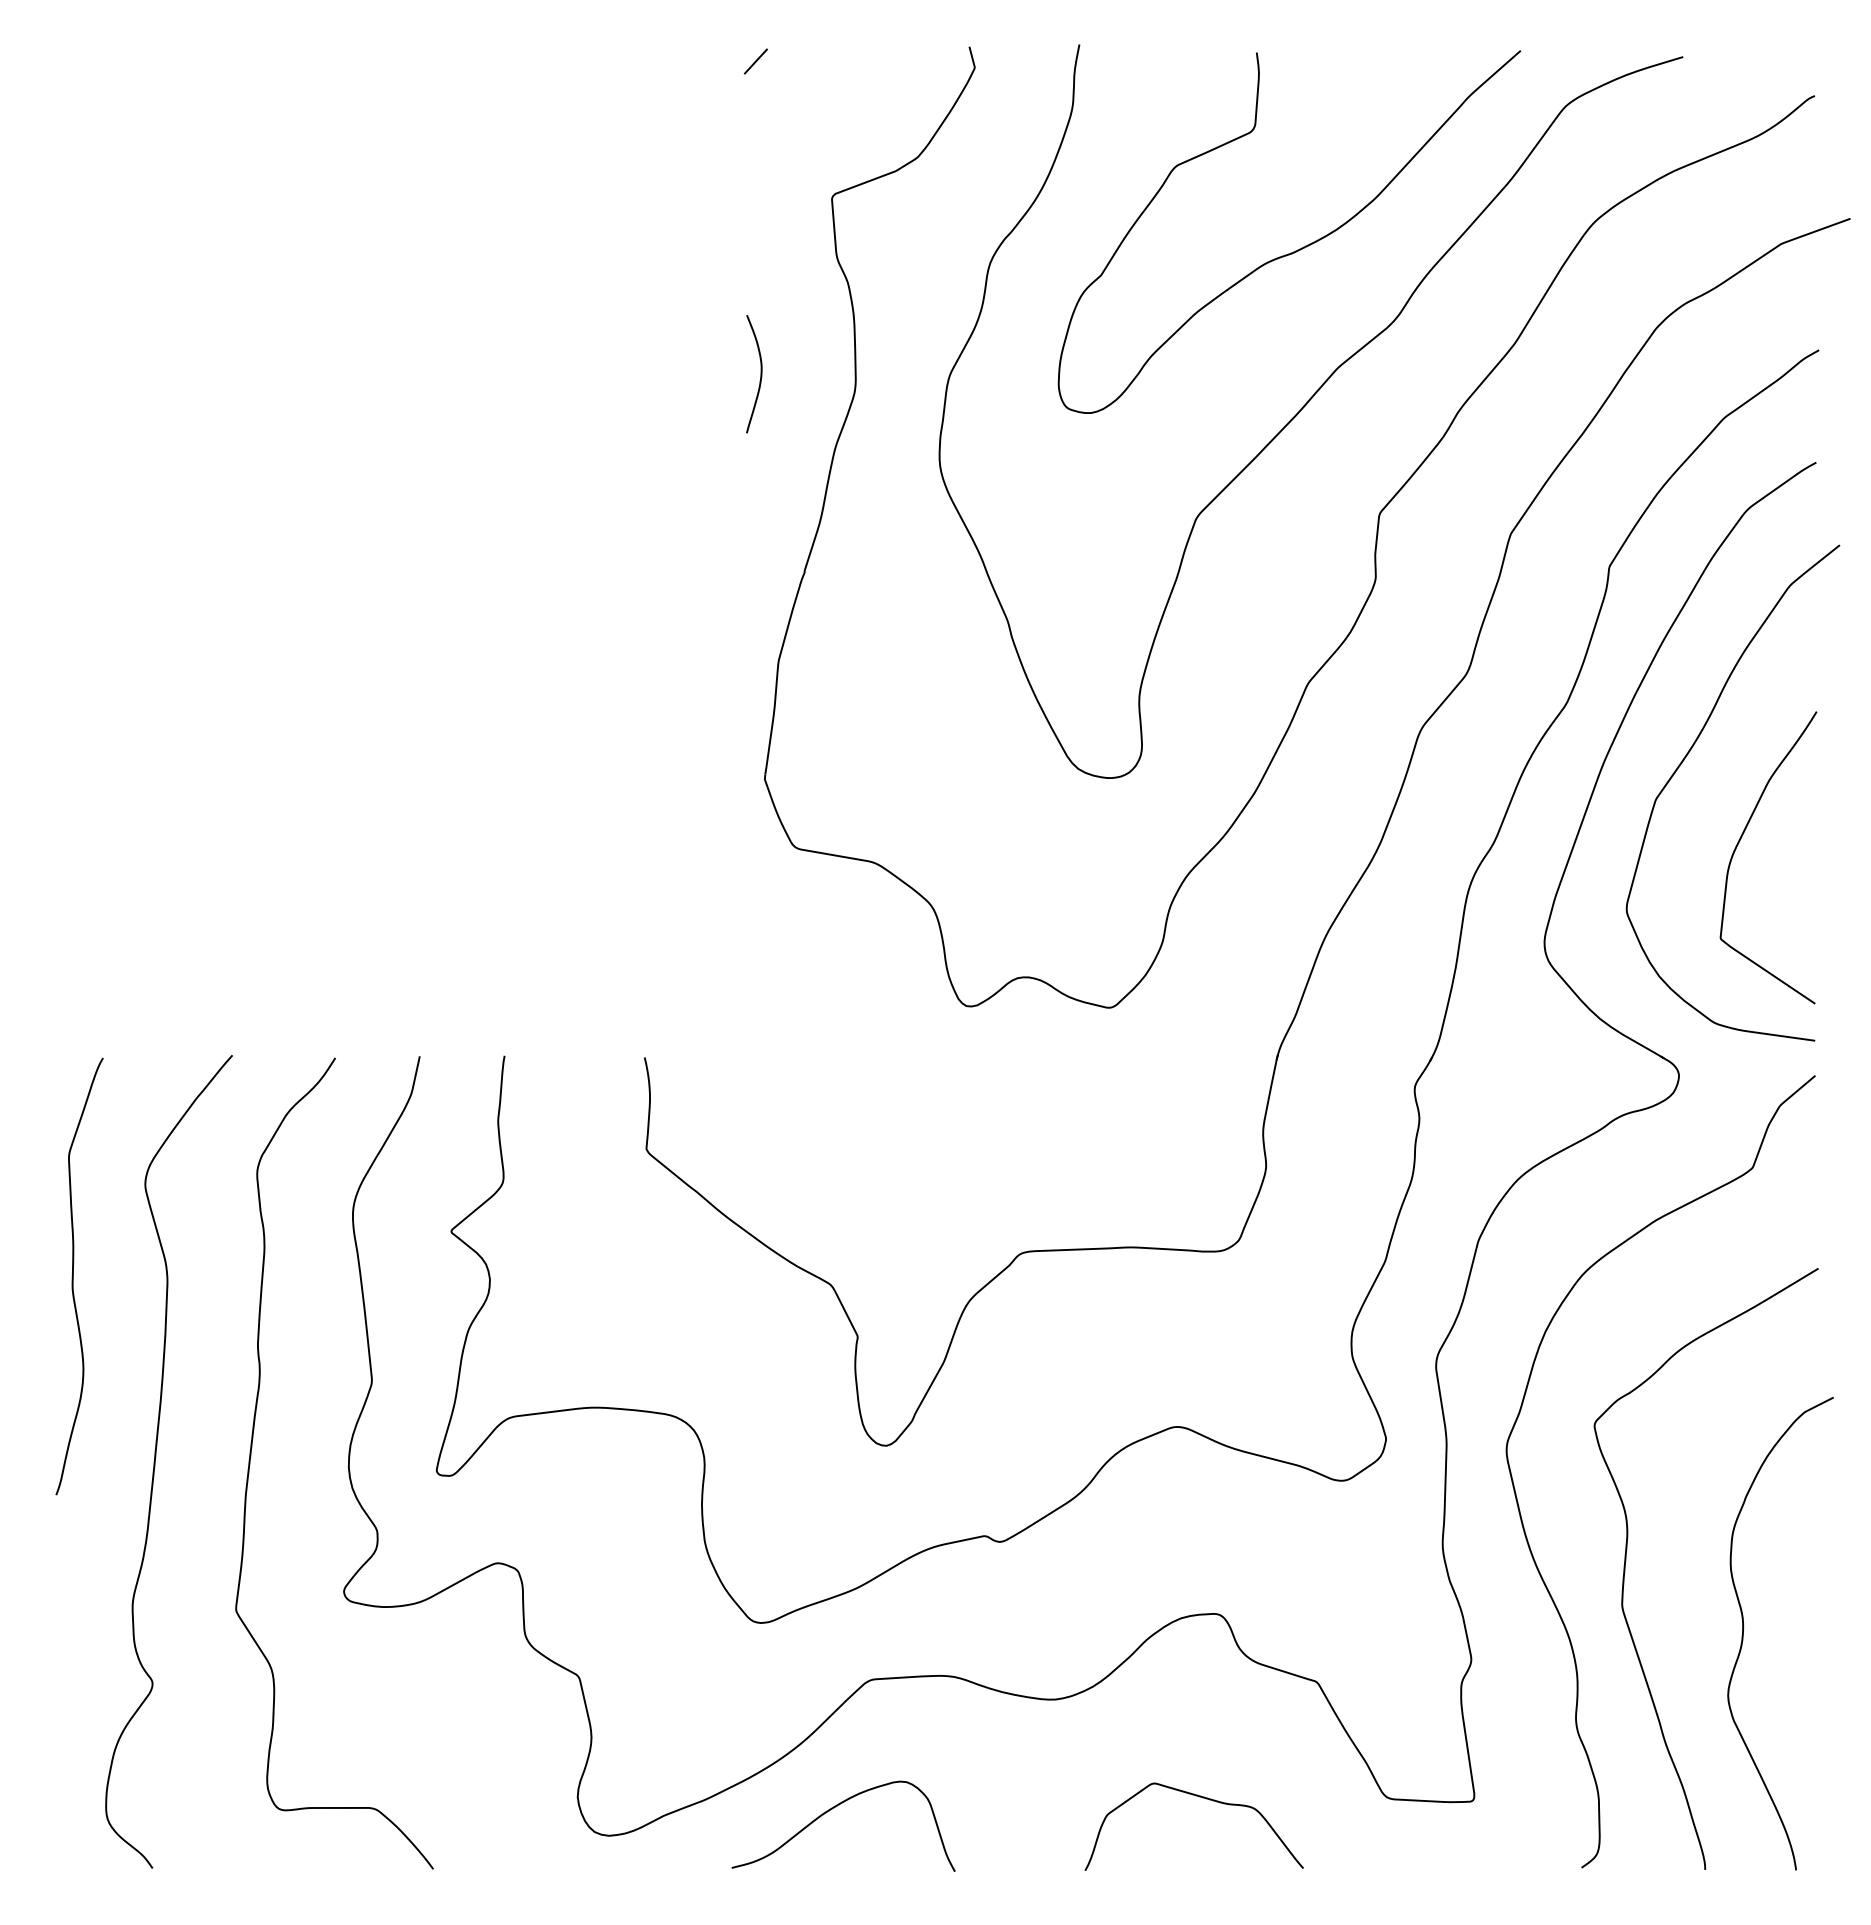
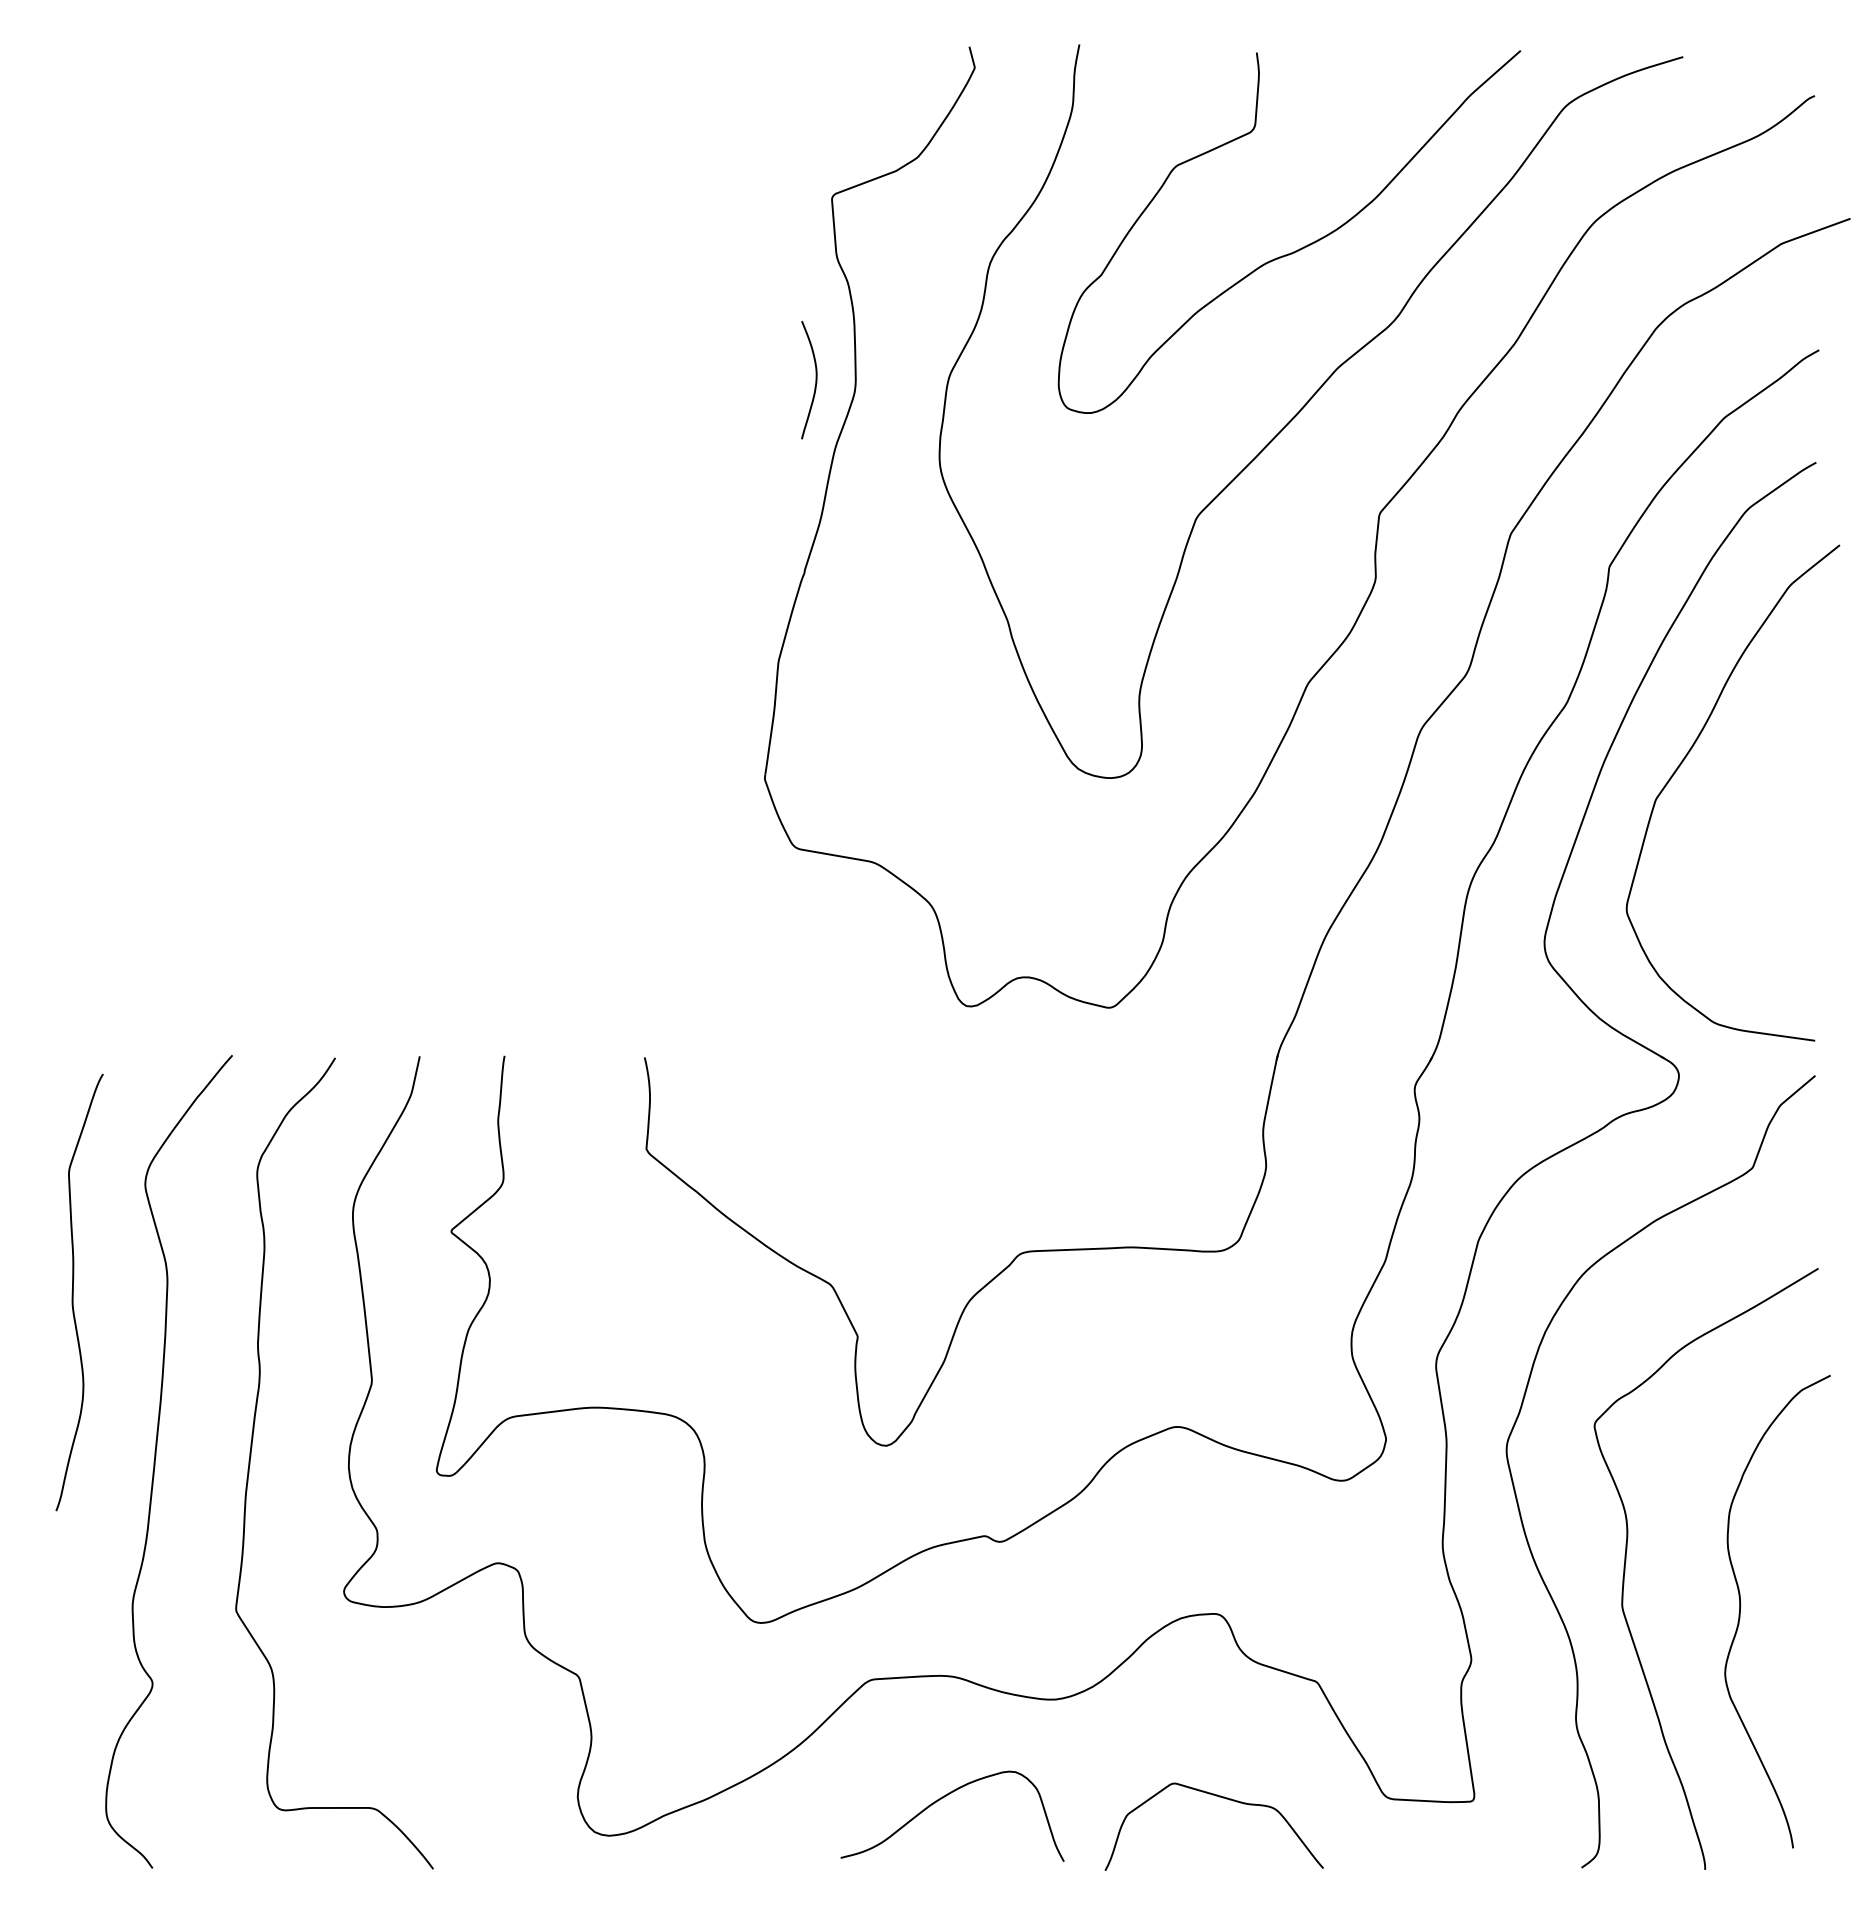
line at (755, 61): present -> none
curve at (760, 374) position: (760, 374) -> (815, 380)
curve at (1739, 843): present -> none
curve at (73, 1276) position: (73, 1276) -> (73, 1292)
curve at (1743, 1633) position: (1743, 1633) -> (1740, 1611)
curve at (1202, 1798) position: (1202, 1798) -> (1222, 1798)
curve at (834, 1808) position: (834, 1808) -> (943, 1798)
